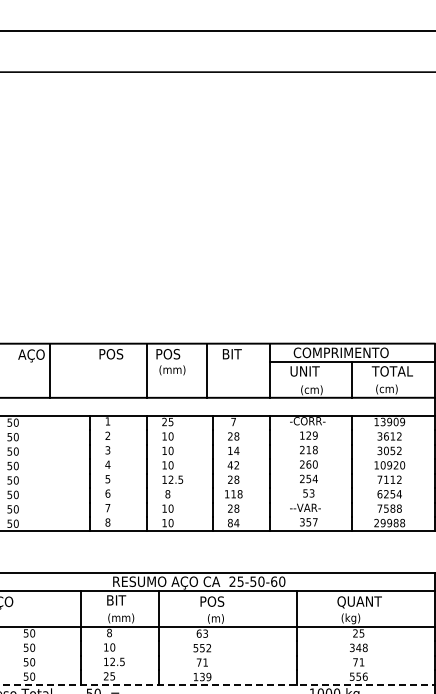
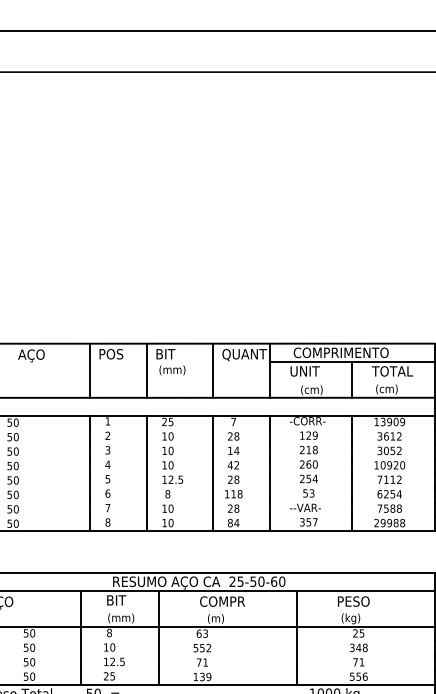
text at (168, 354): POS -> BIT
text at (244, 355): BIT -> QUANT
line at (49, 370) position: (49, 370) -> (89, 370)
line at (206, 370) position: (206, 370) -> (212, 370)
text at (222, 601): POS -> COMPR
text at (359, 602): QUANT -> PESO
line at (217, 684): dashed -> solid
